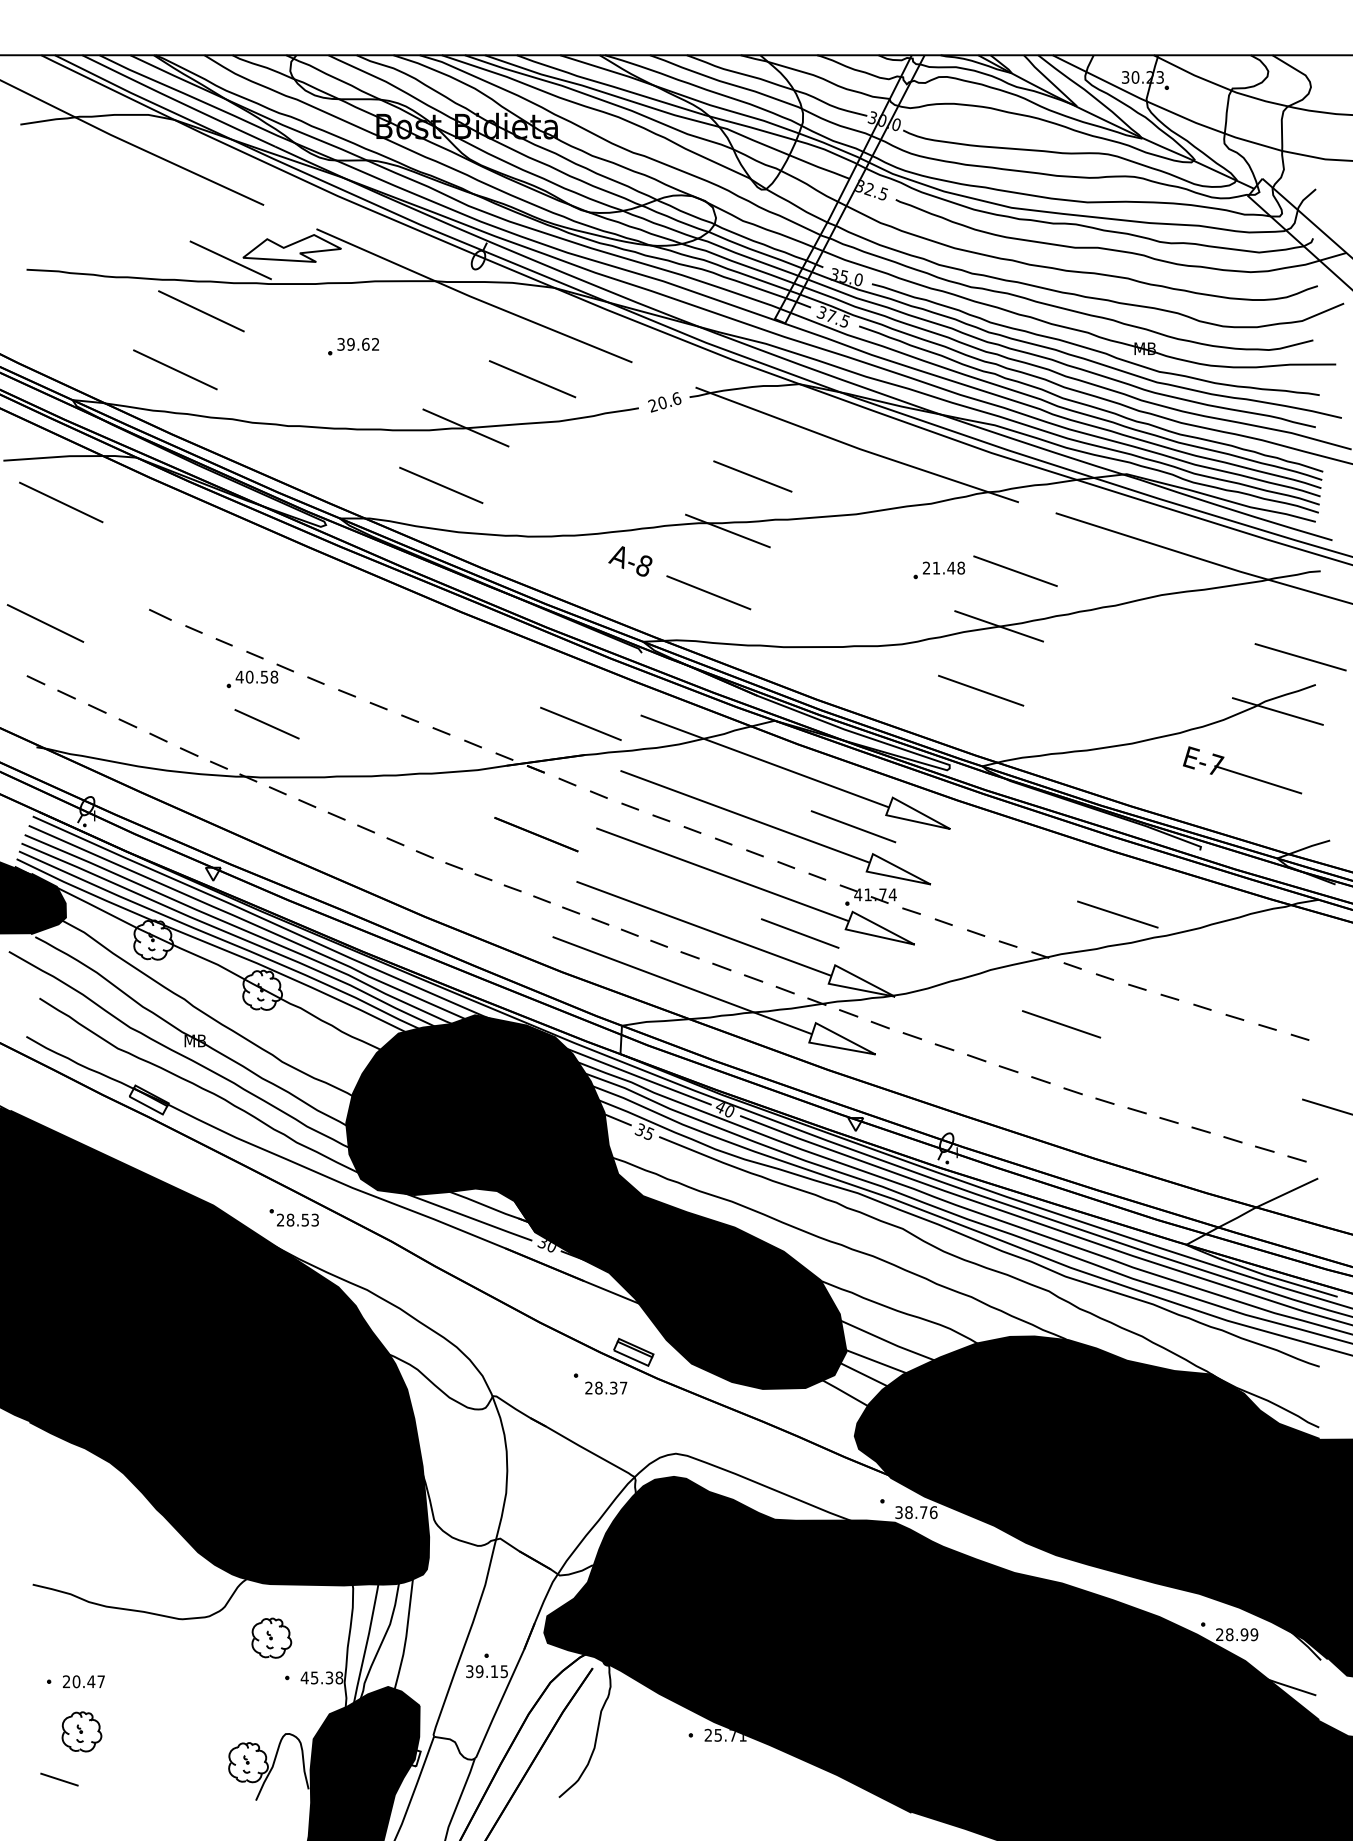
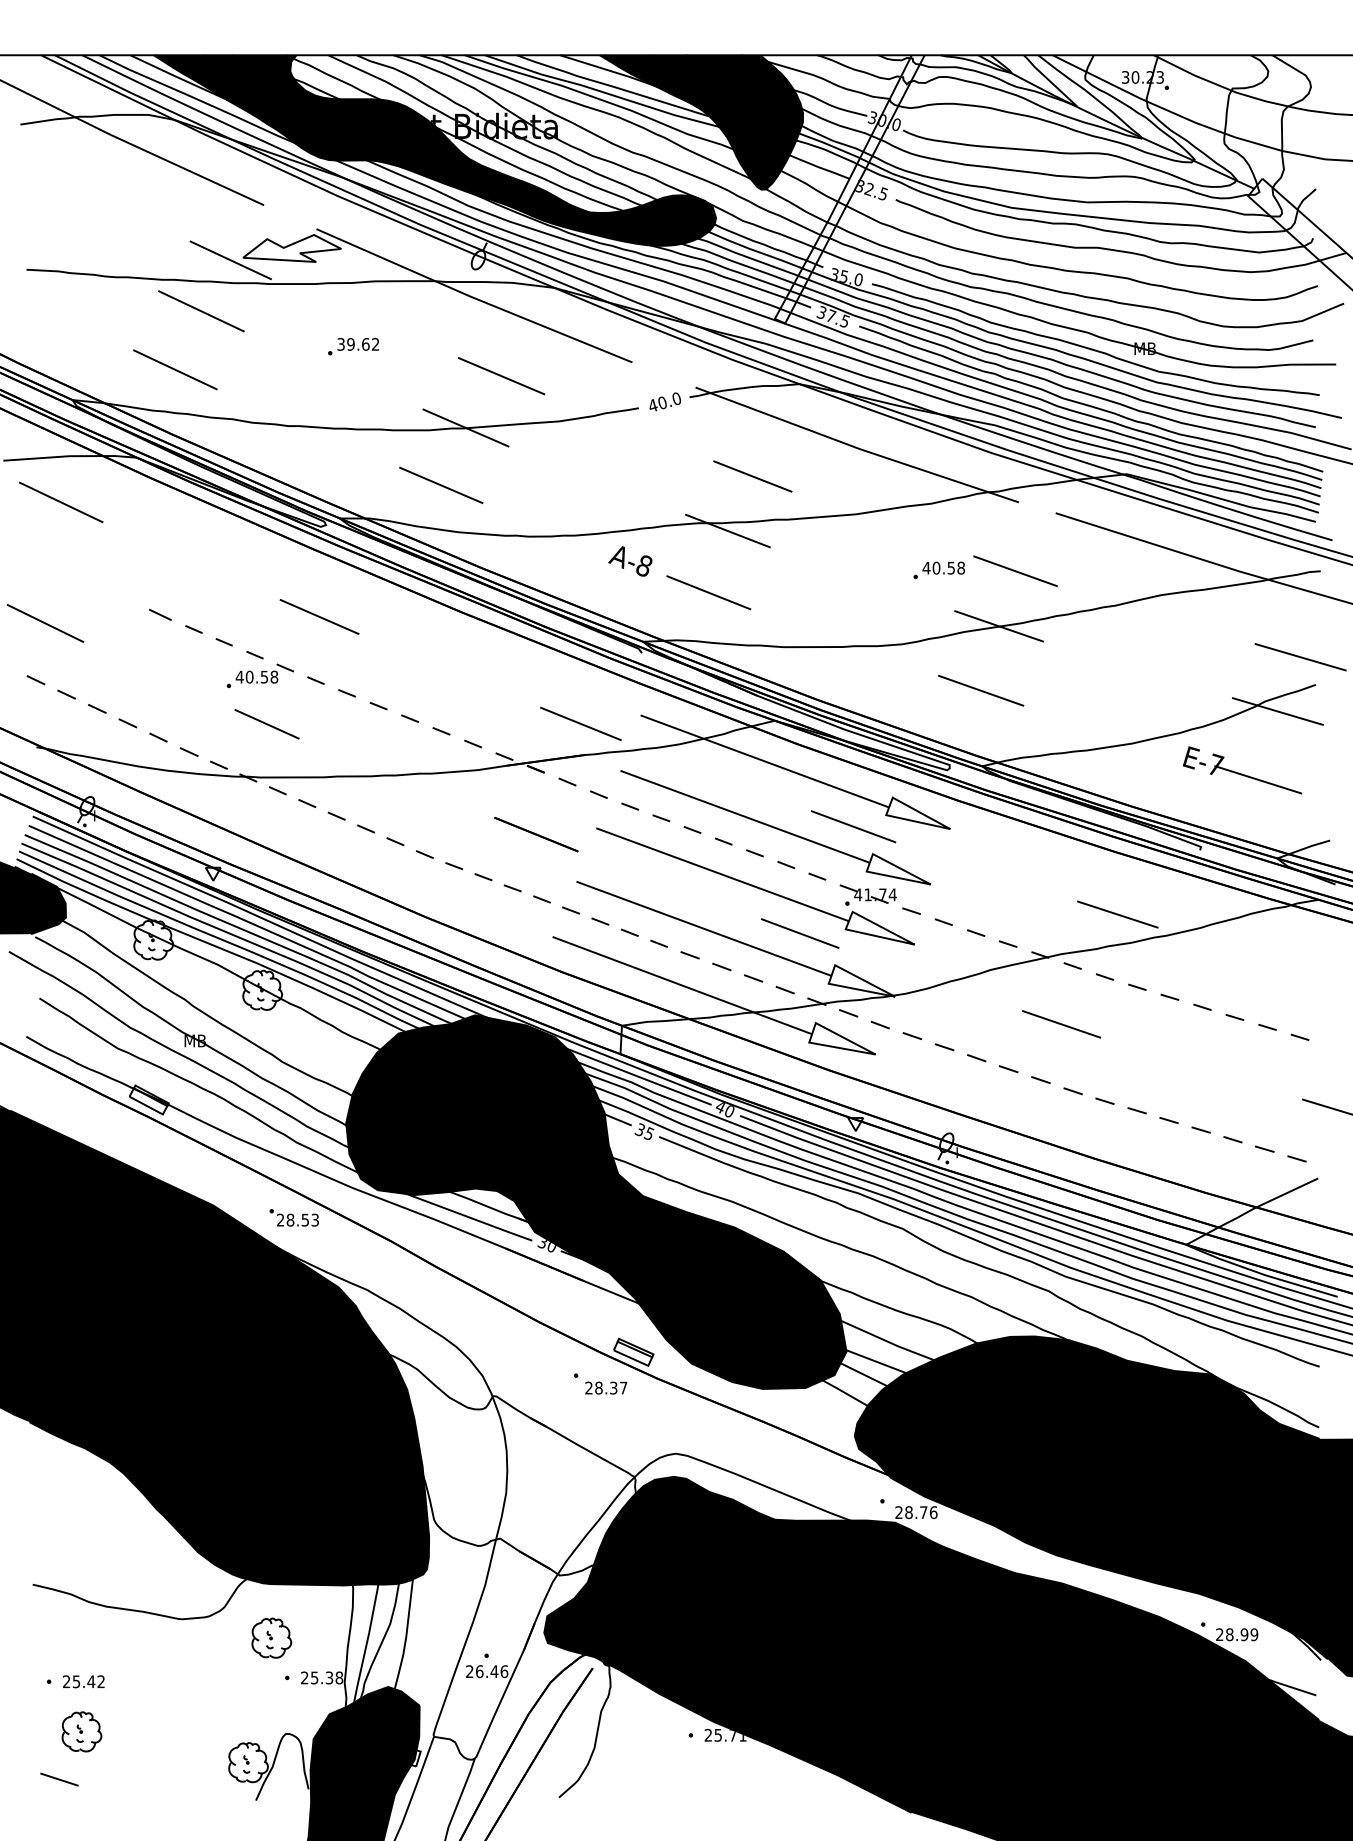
fill at (701, 122): none -> present
fill at (434, 150): none -> present
line at (532, 379) position: (532, 379) -> (501, 376)
text at (664, 402): 20.6 -> 40.0
text at (938, 567): 21.48 -> 40.58
line at (319, 616): none -> present
text at (898, 1513): 38.76 -> 28.76
text at (487, 1671): 39.15 -> 26.46
text at (304, 1677): 45.38 -> 25.38
text at (88, 1681): 20.47 -> 25.42
